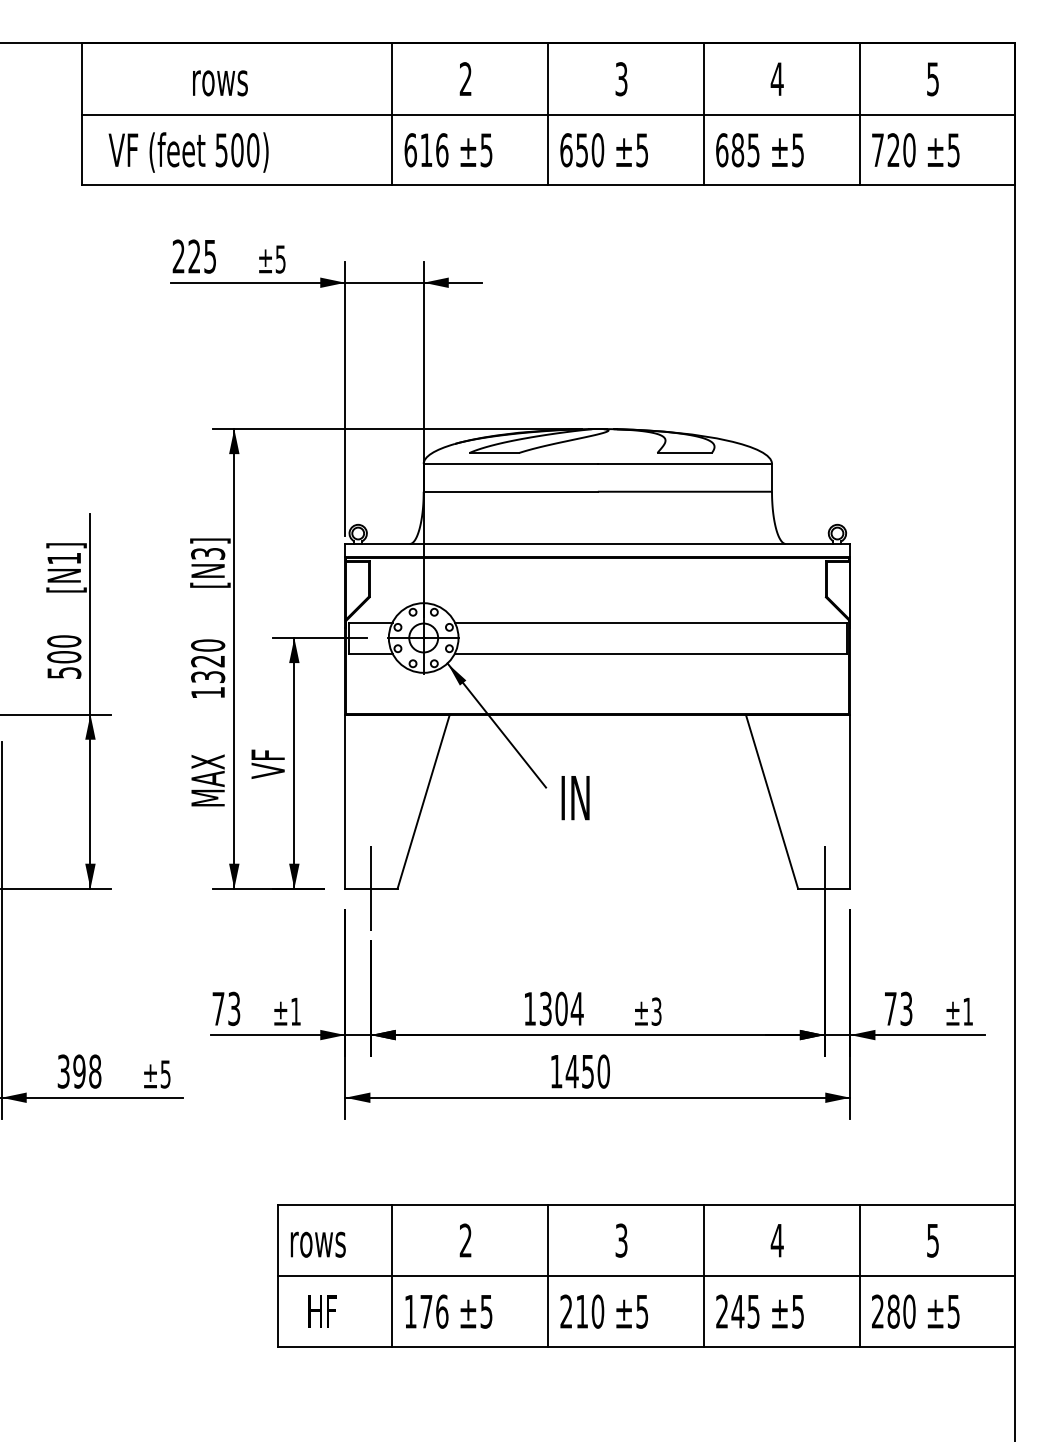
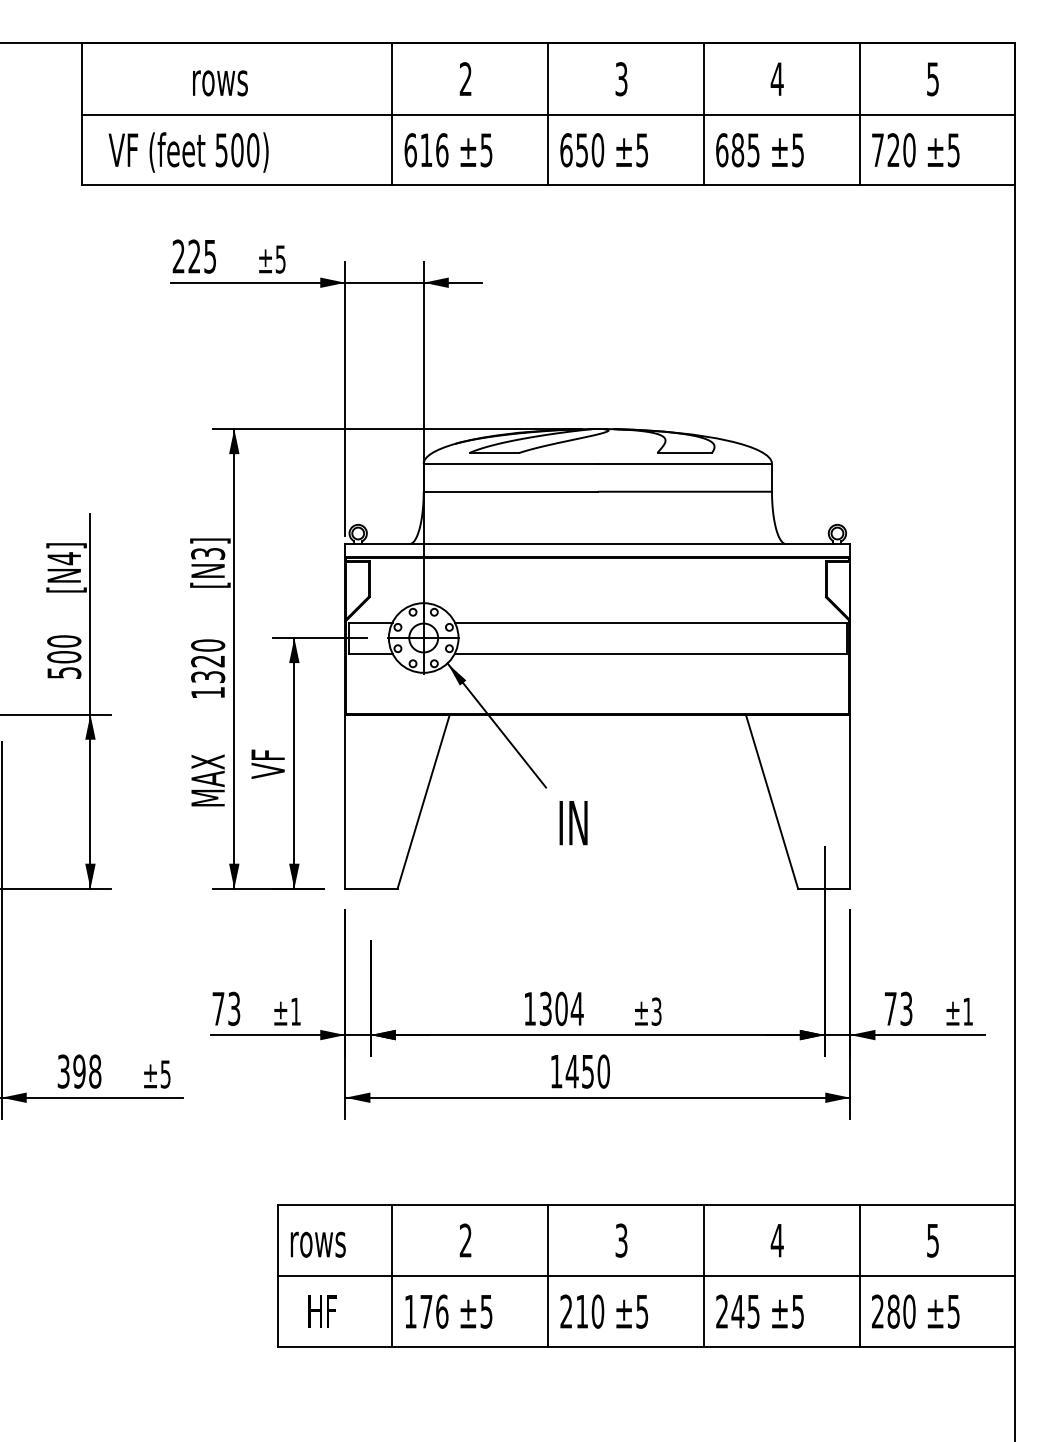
text at (63, 558): [N1] -> [N4]
text at (575, 798) position: (575, 798) -> (573, 823)
line at (370, 888): present -> none
